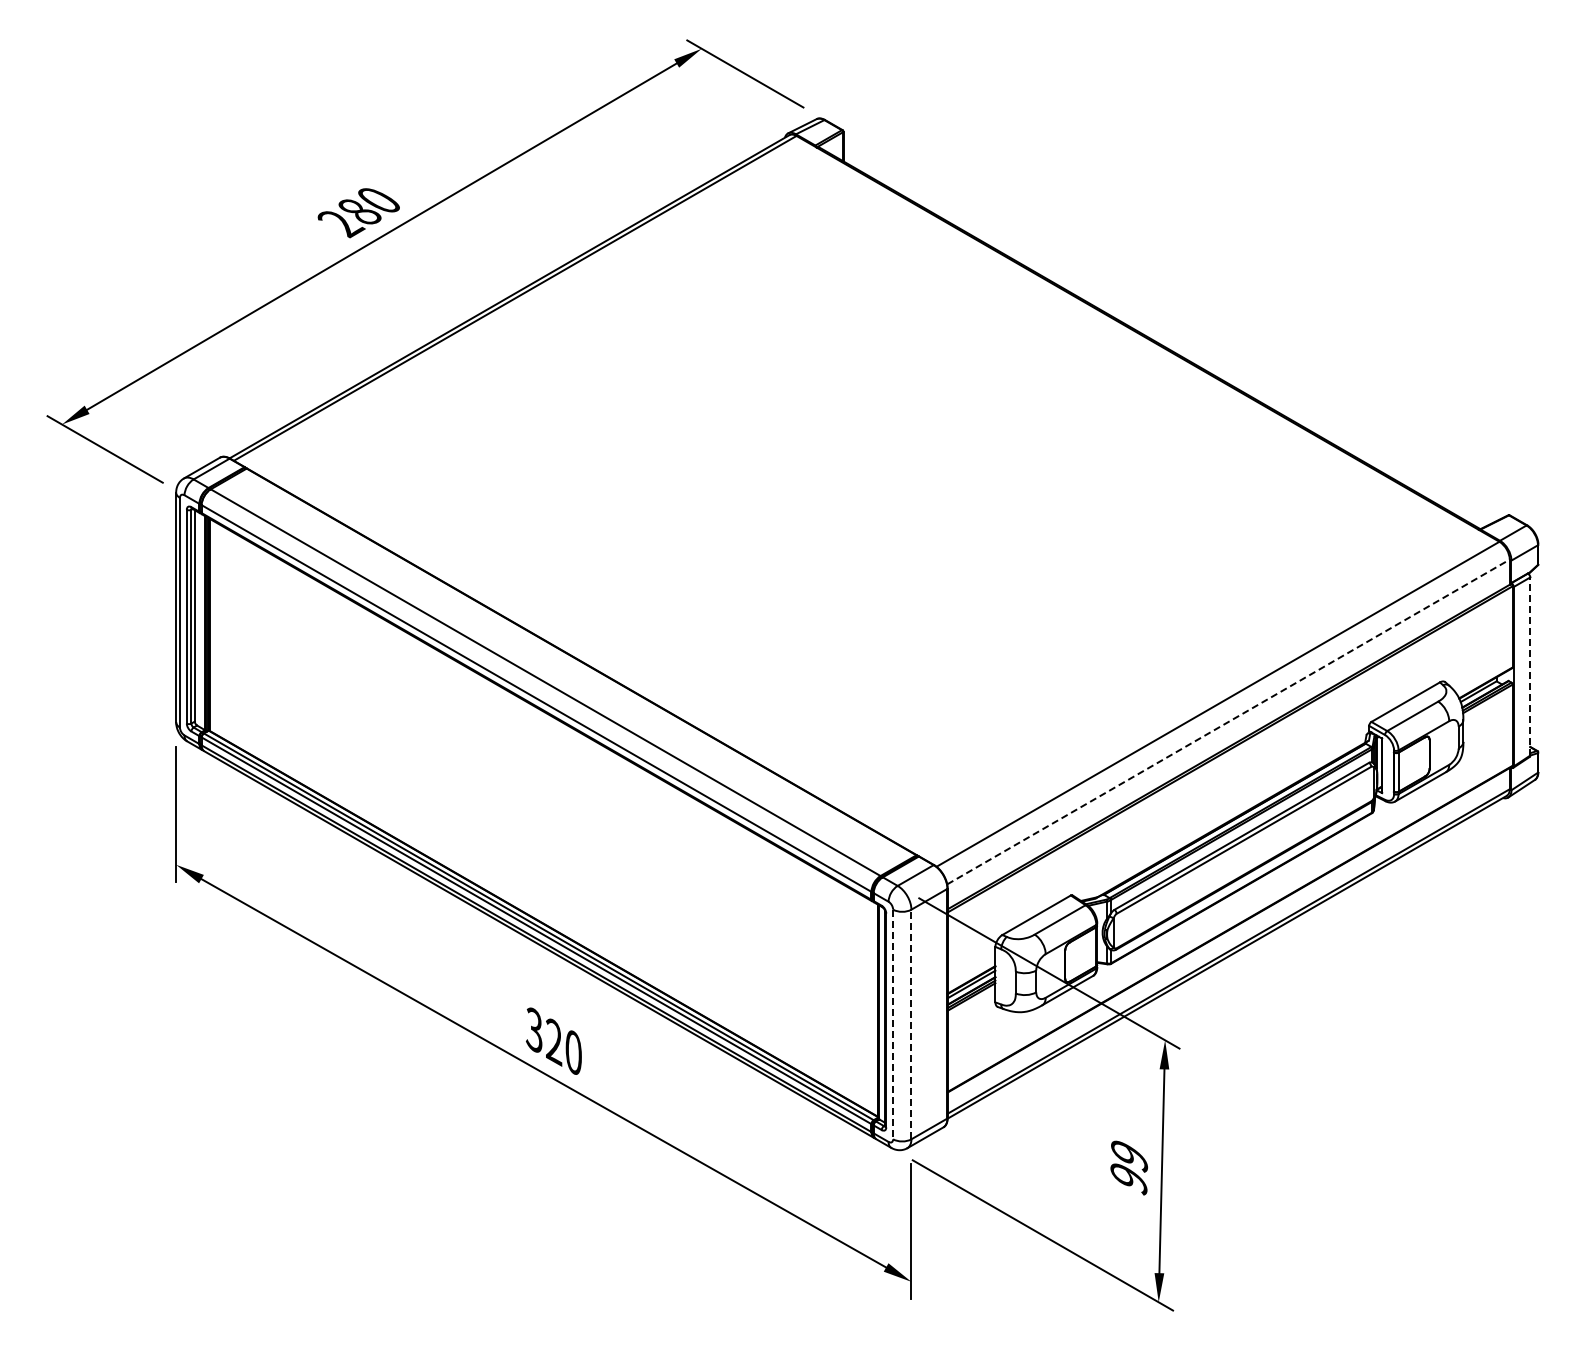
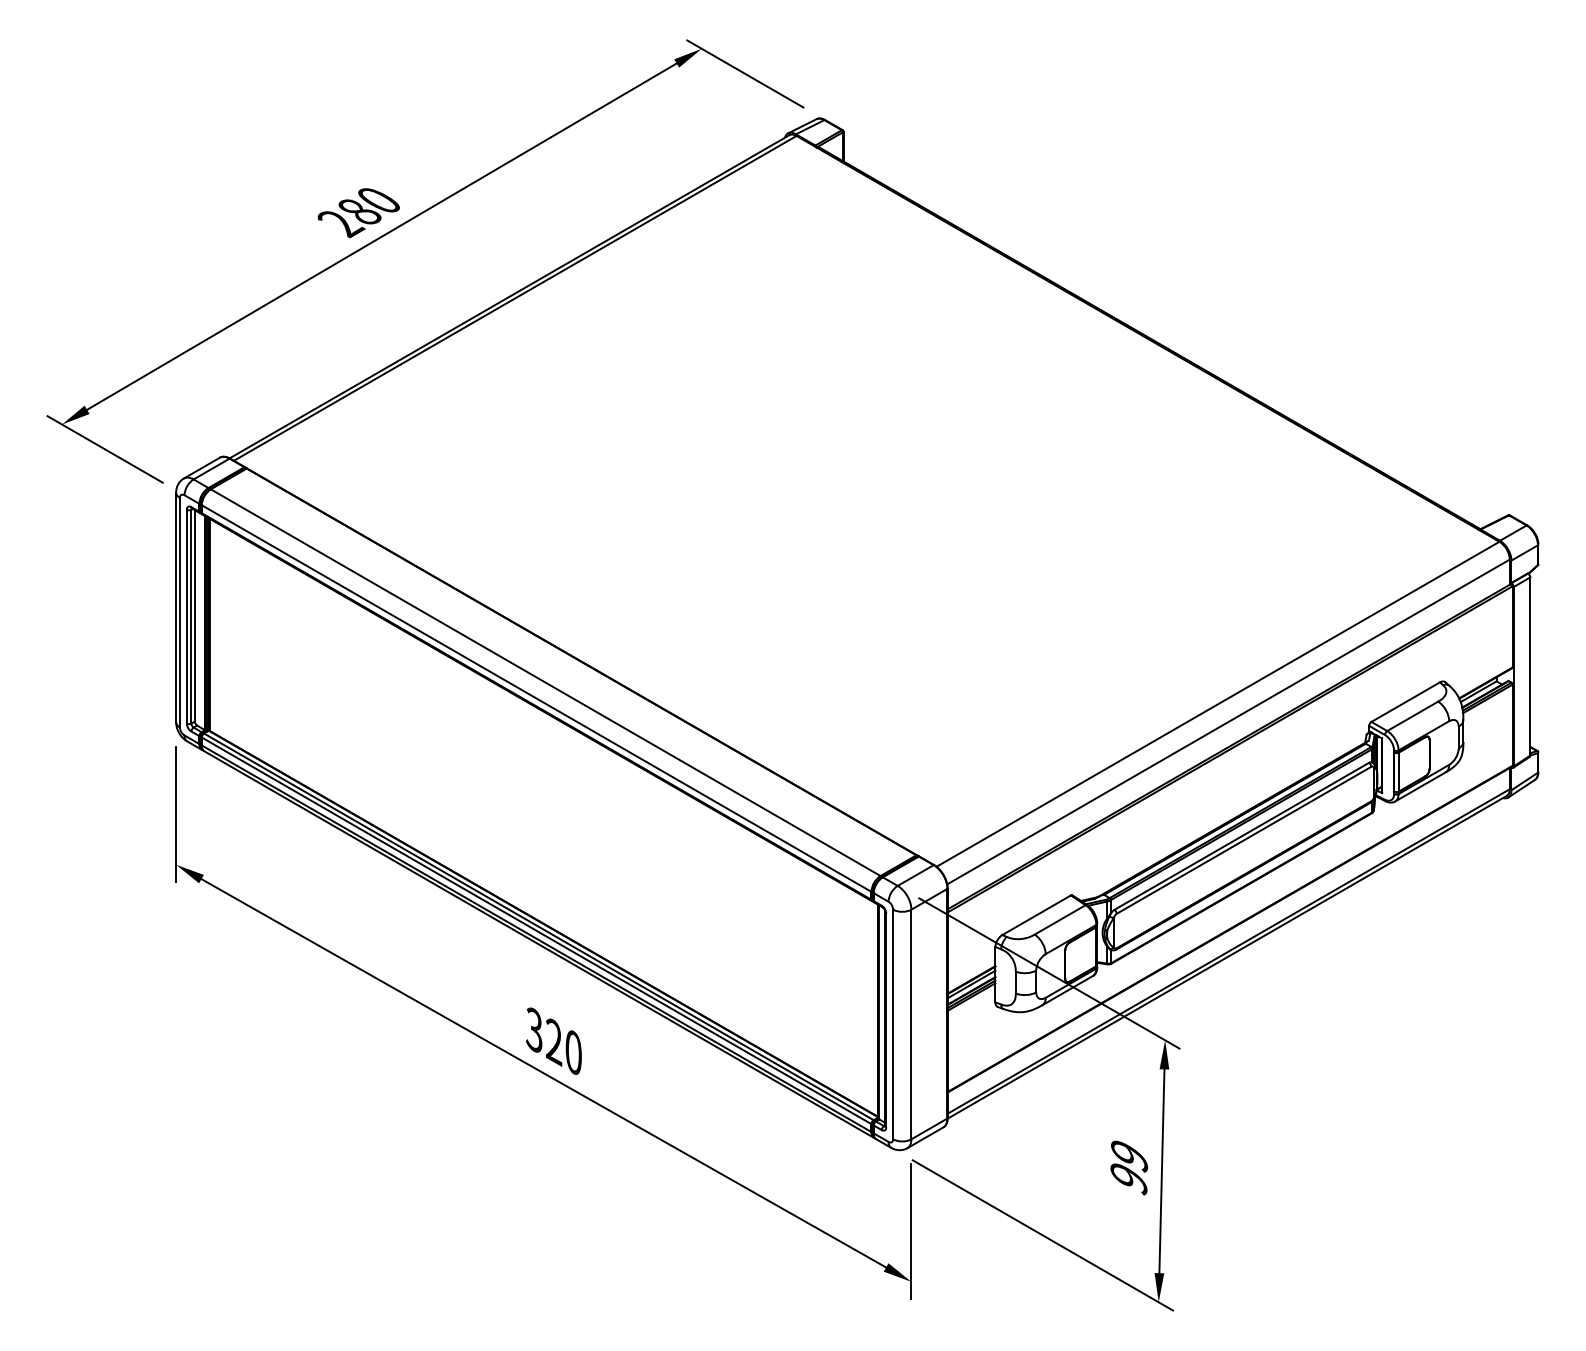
line at (1530, 665): dashed -> solid
line at (1228, 721): dashed -> solid
line at (893, 1024): dashed -> solid
line at (911, 1024): dashed -> solid
